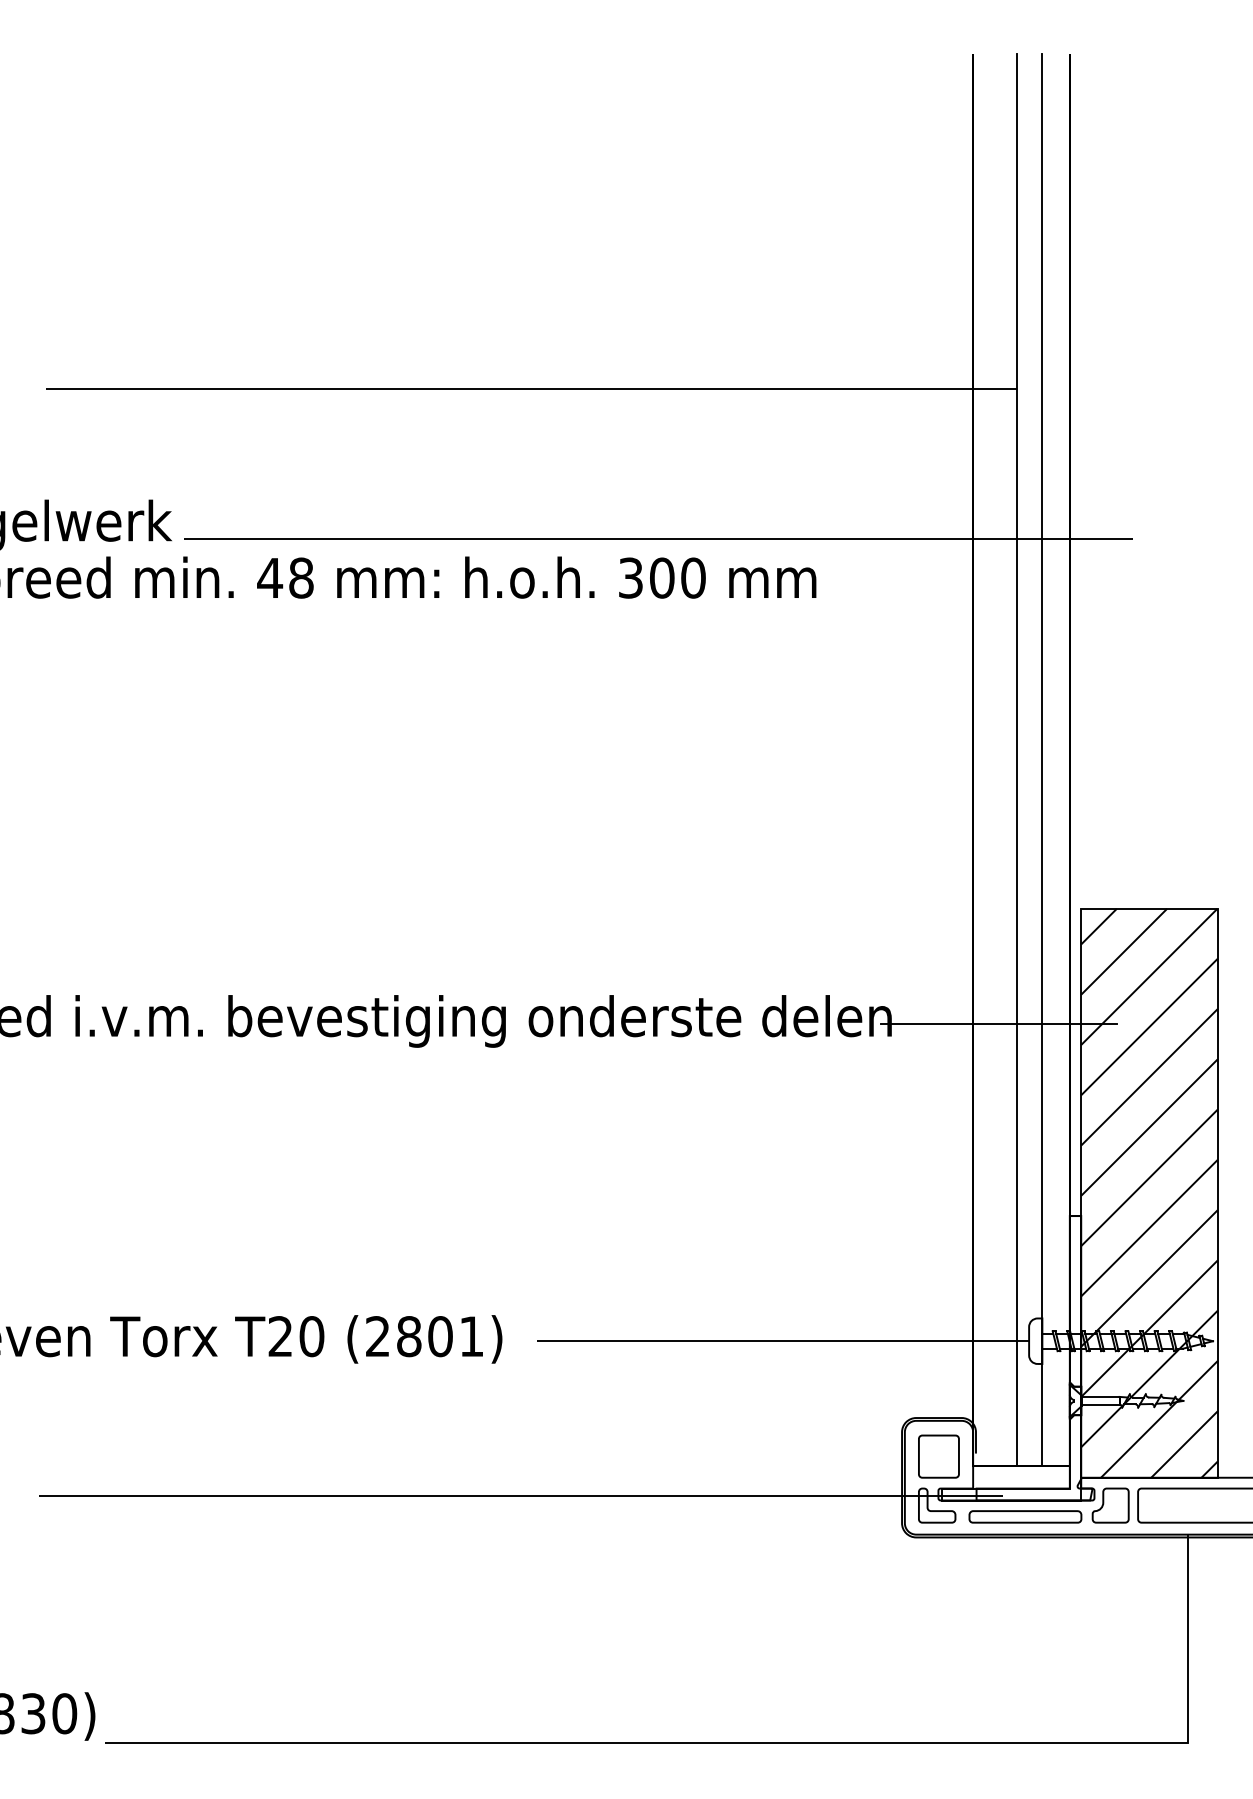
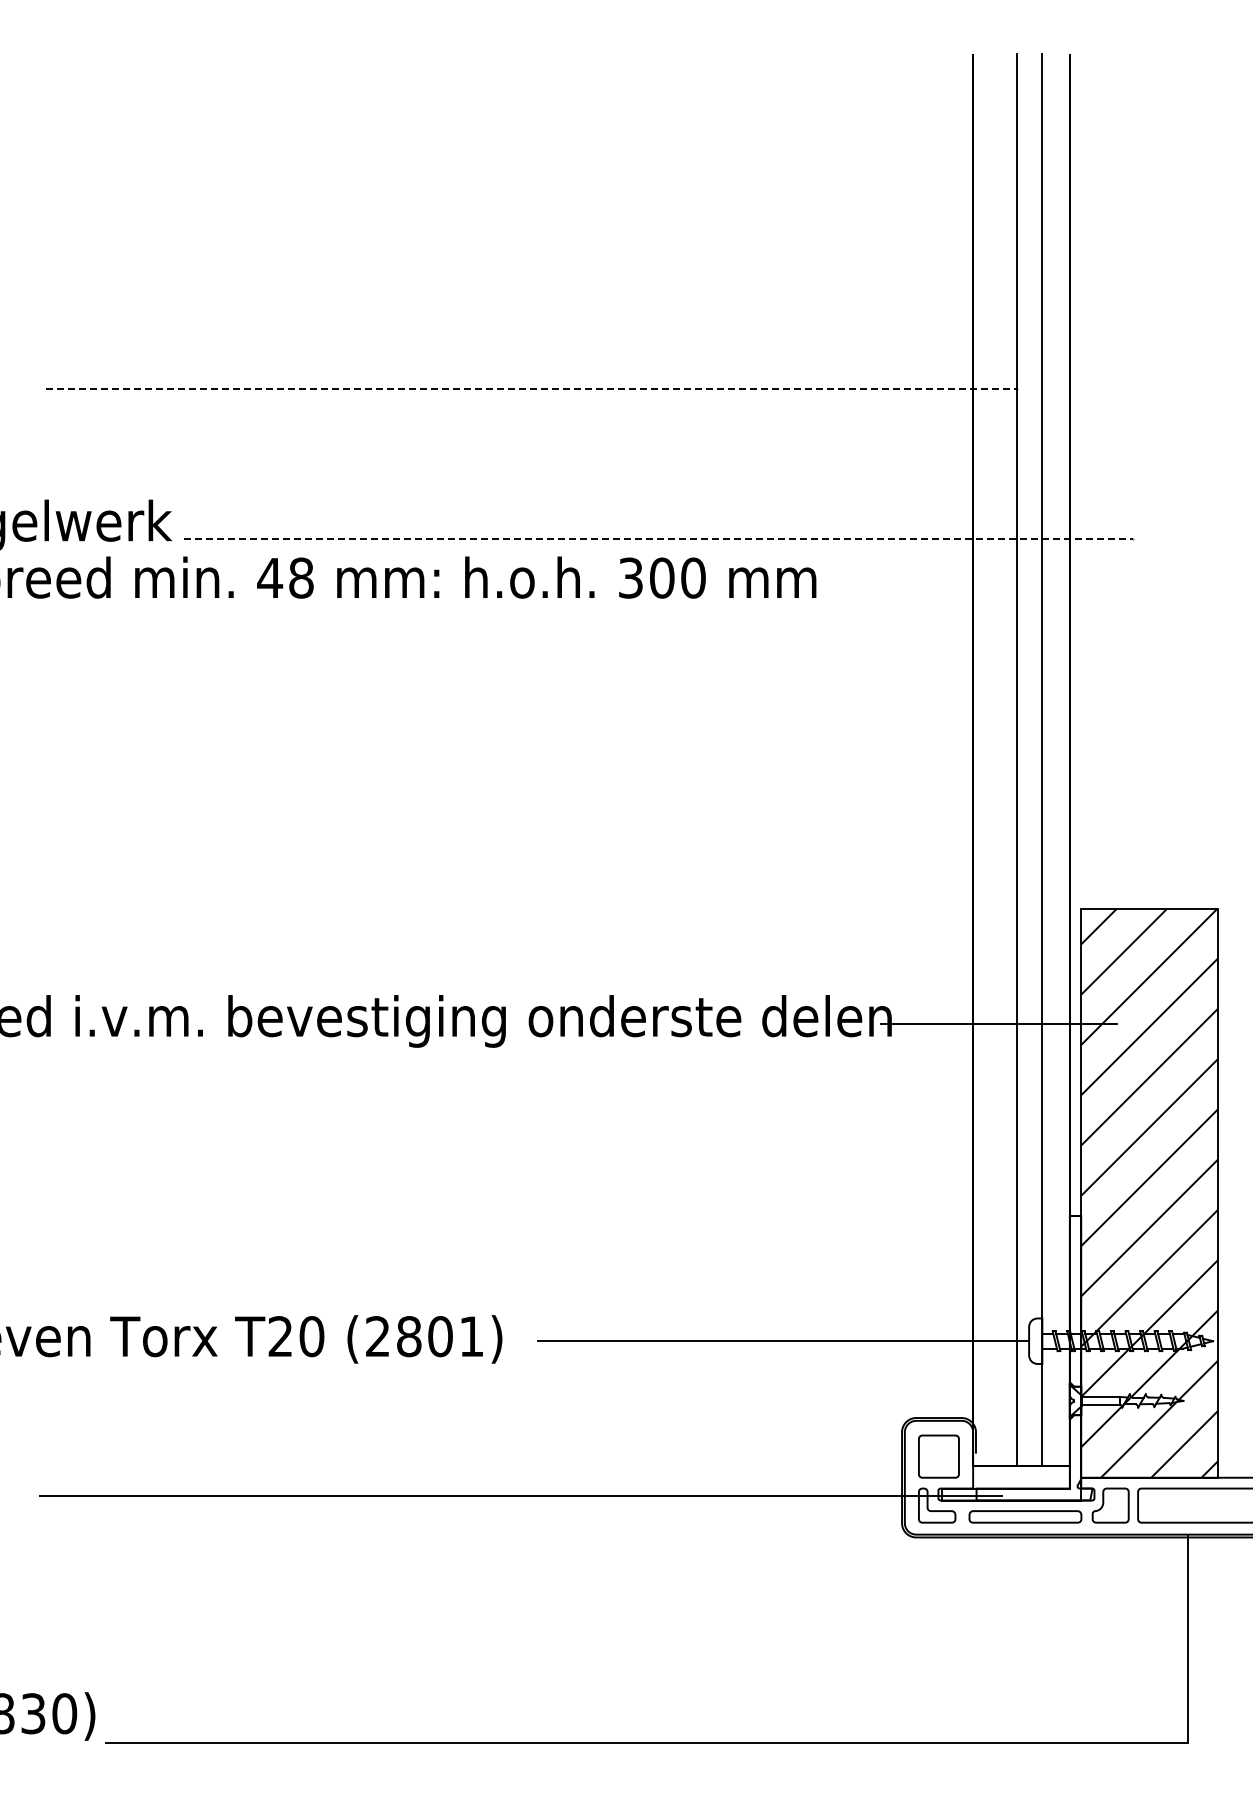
line at (532, 388): solid -> dashed
line at (659, 539): solid -> dashed
